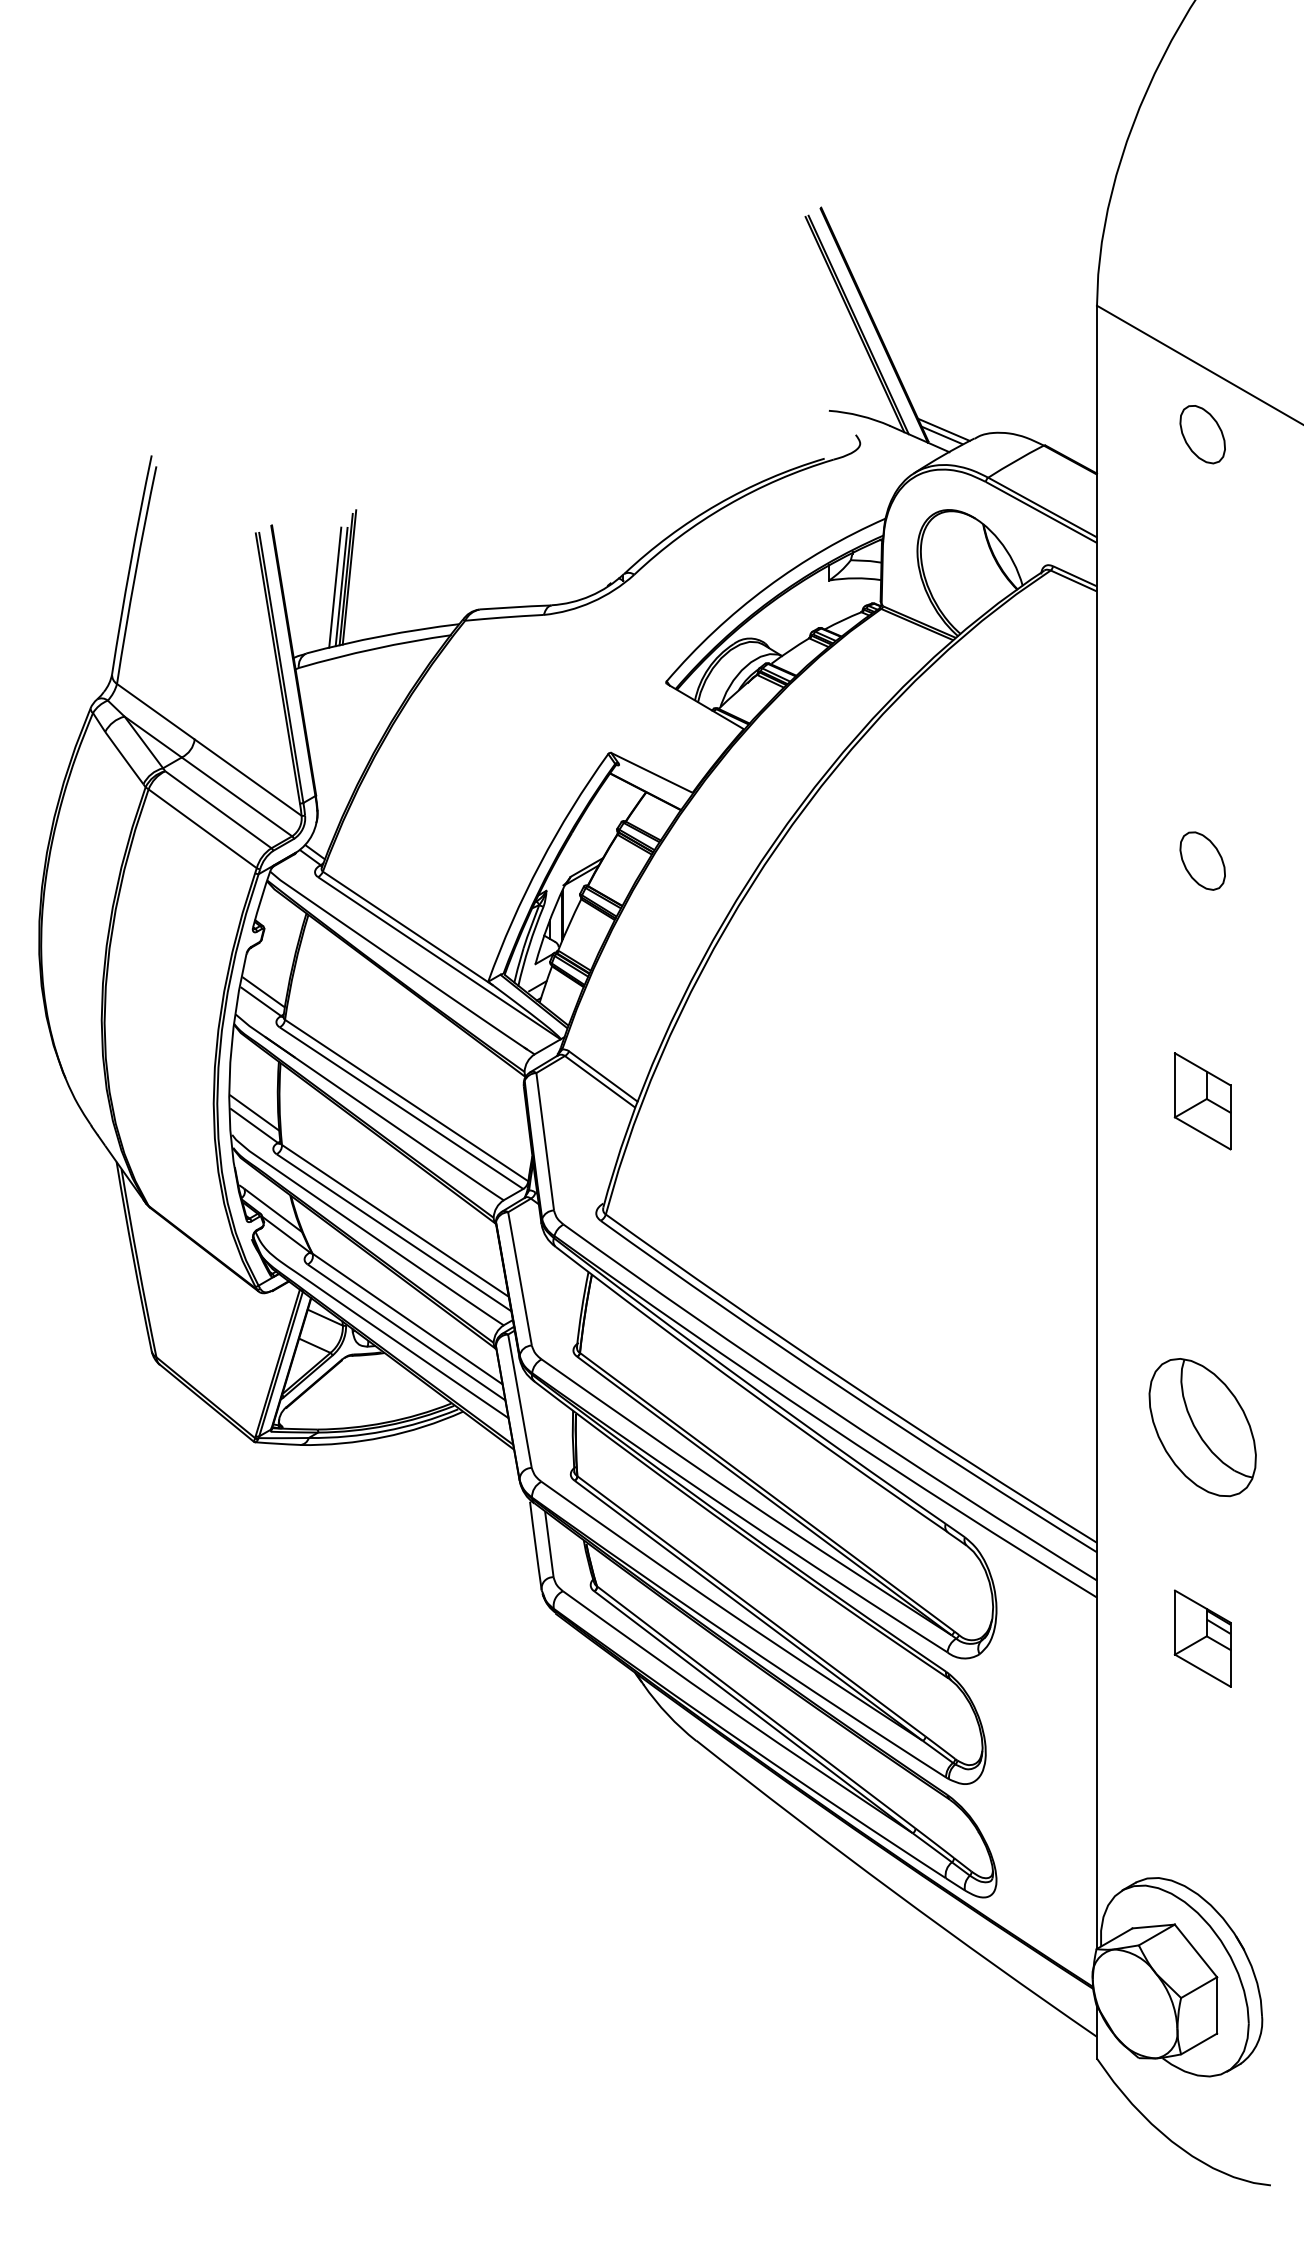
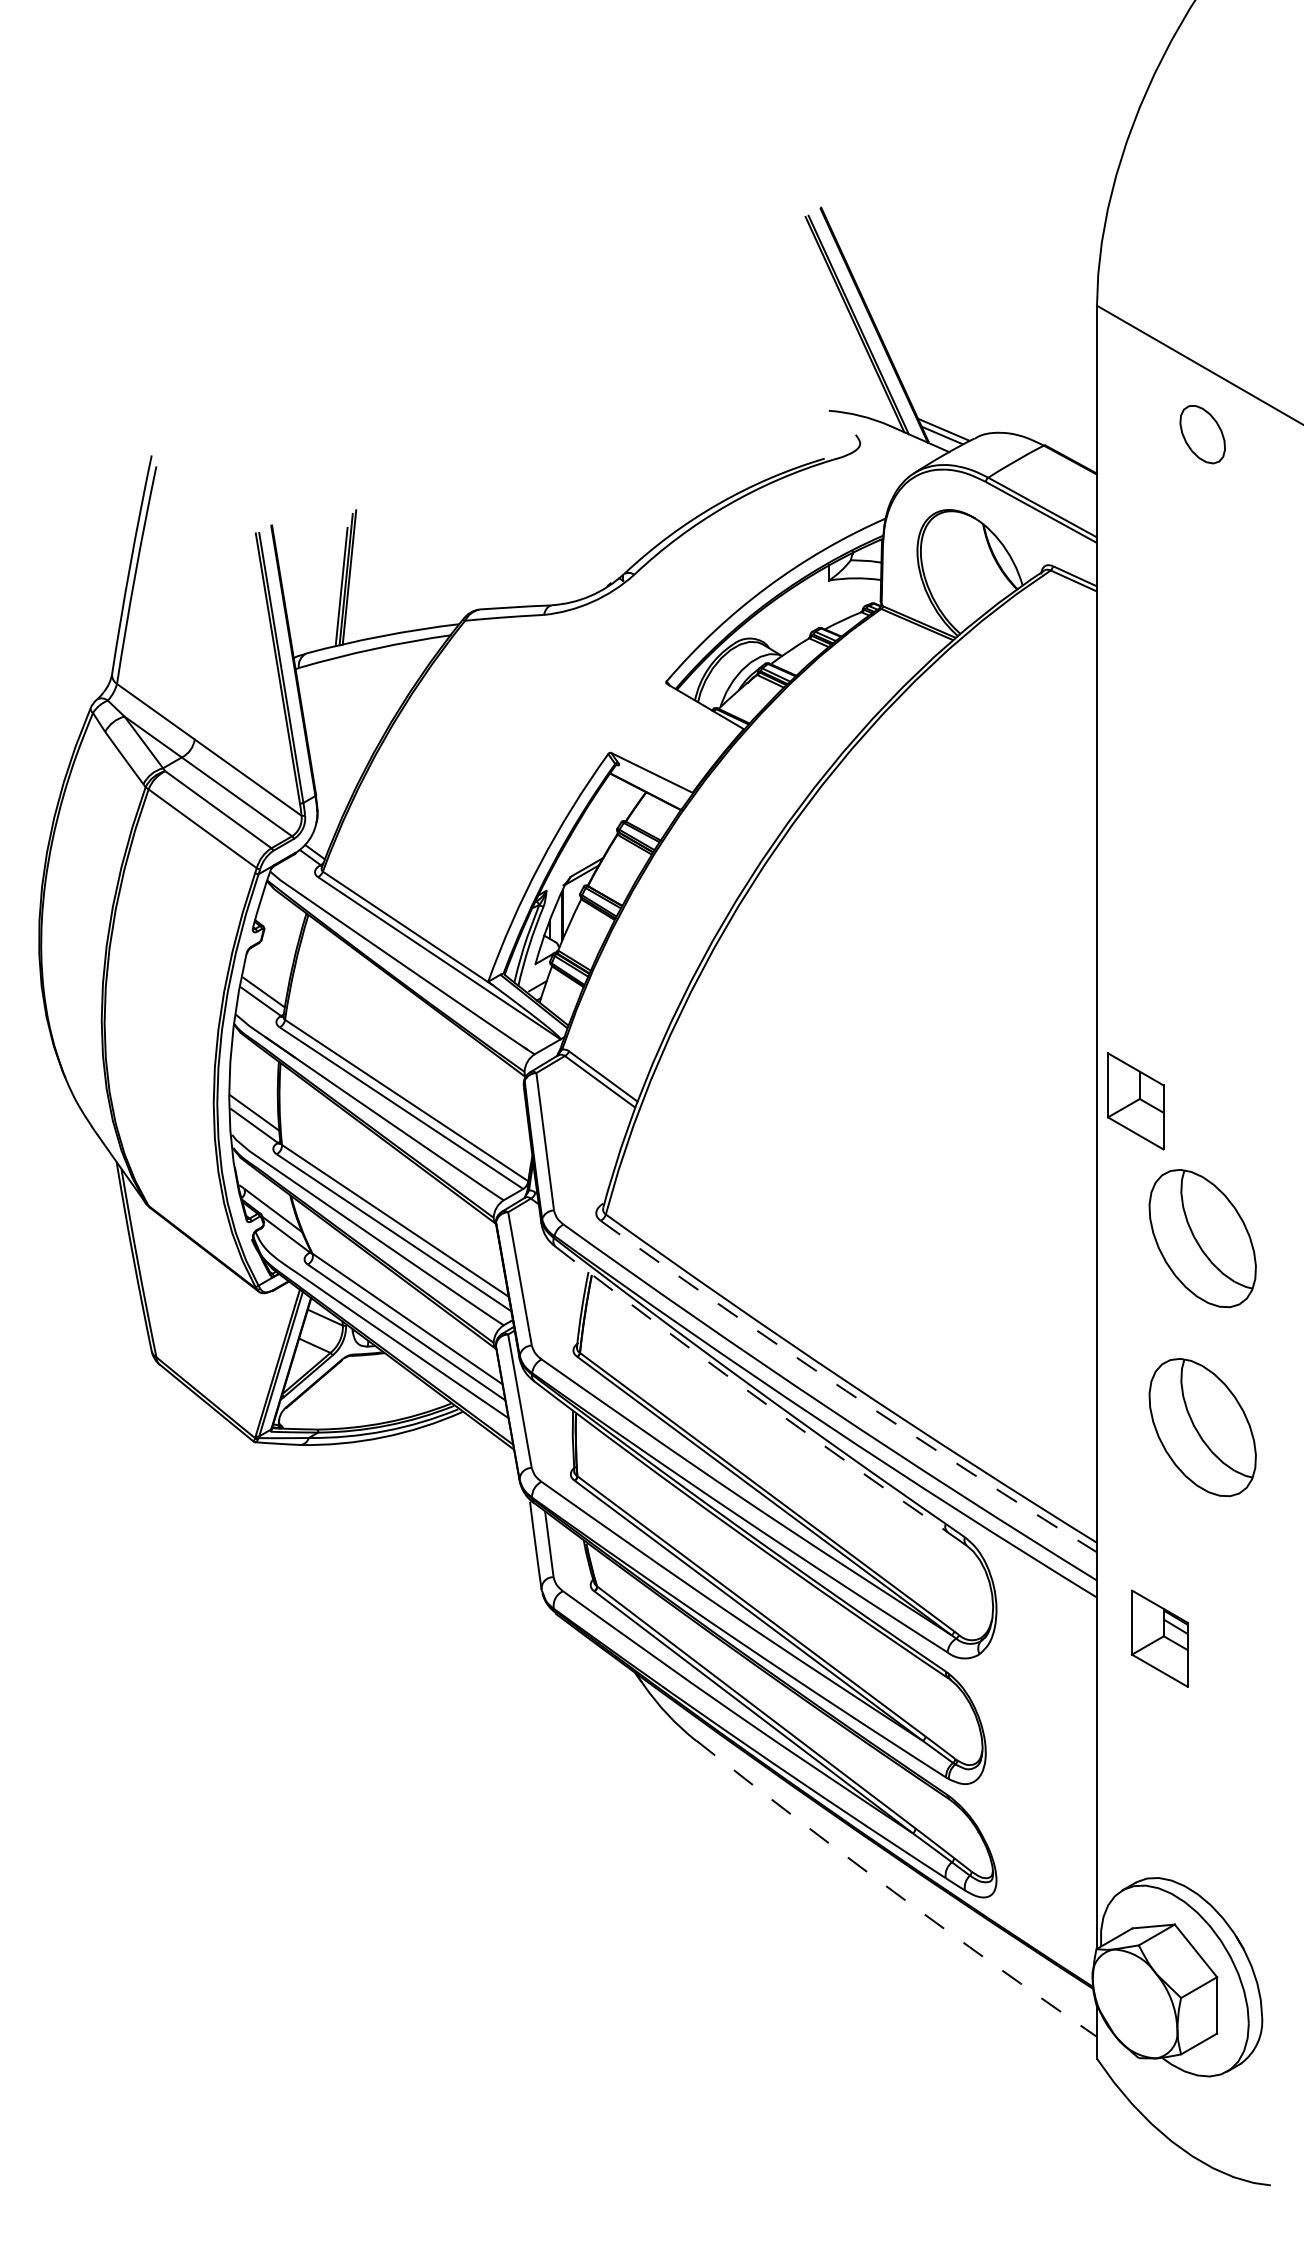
line at (335, 587): present -> none
part at (1202, 860): present -> none
part at (1202, 1101) position: (1202, 1101) -> (1135, 1101)
part at (1202, 1238): none -> present
arc at (846, 1390): solid -> dashed
arc at (749, 1392): solid -> dashed
part at (1202, 1638) position: (1202, 1638) -> (1159, 1638)
arc at (894, 1892): solid -> dashed
